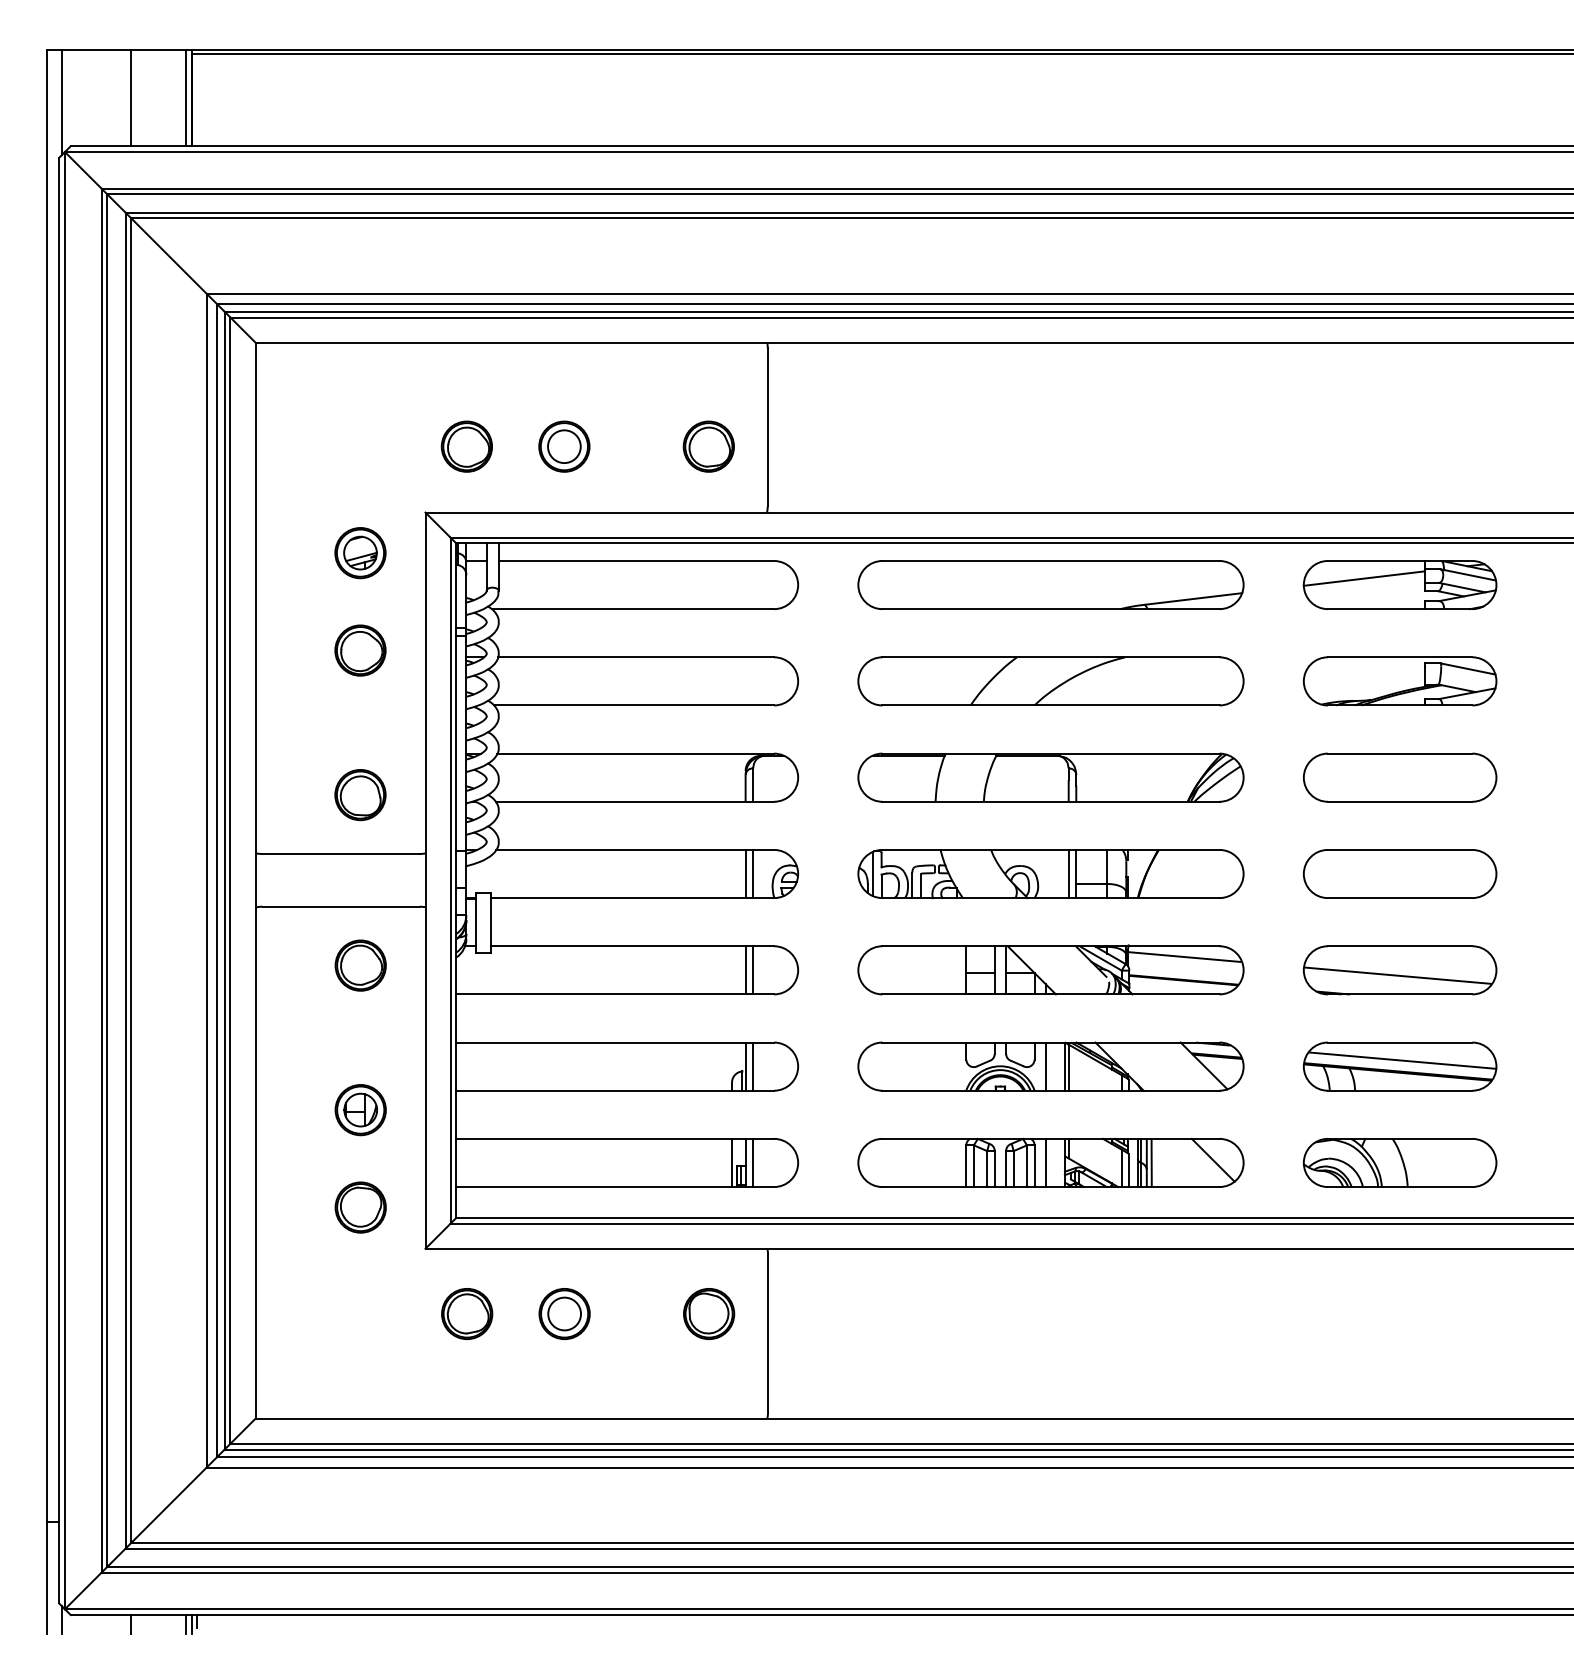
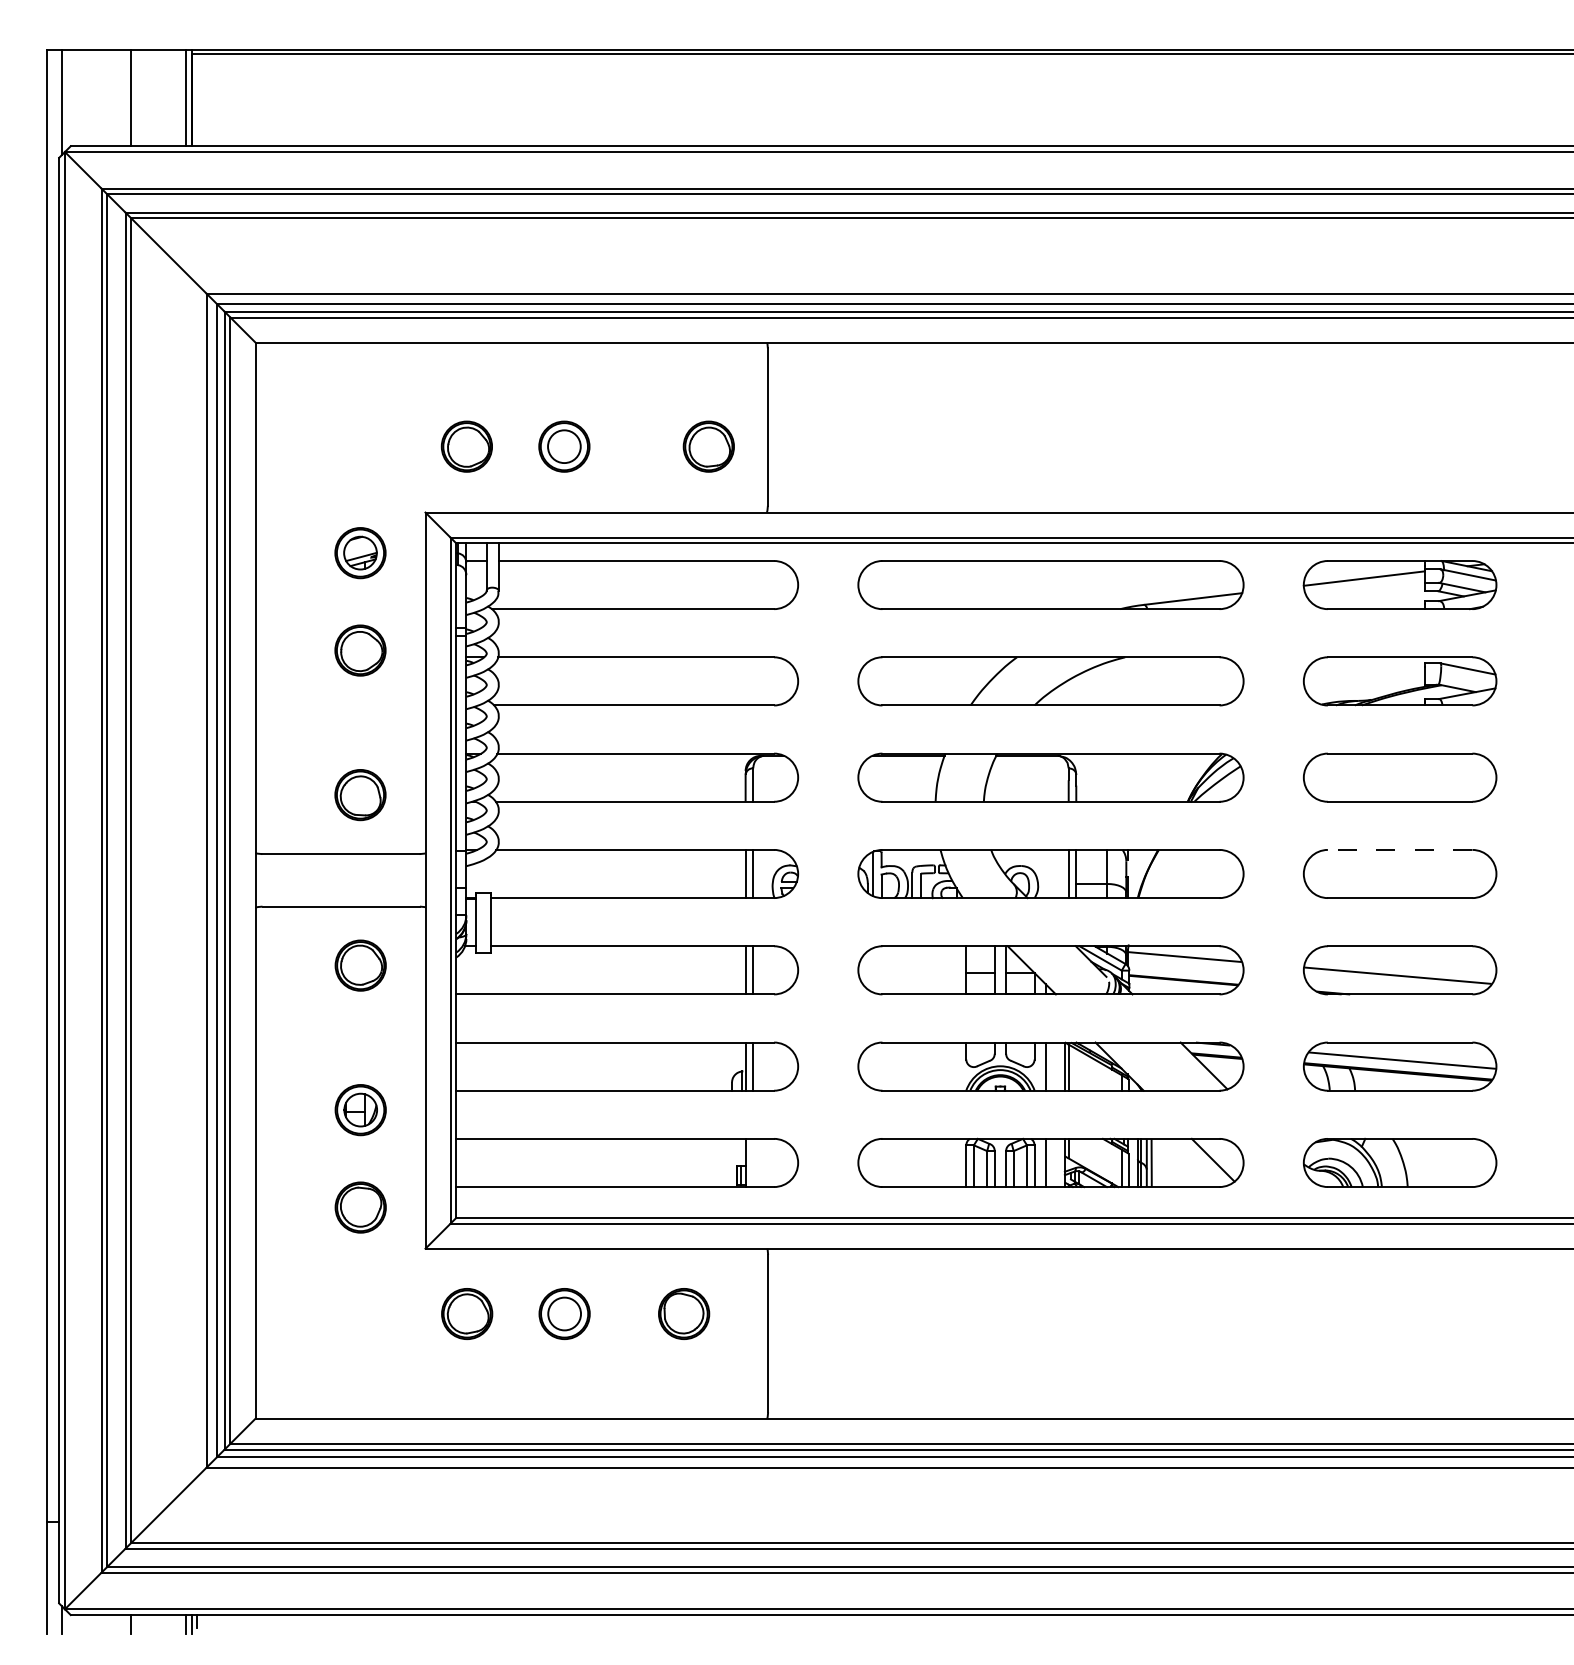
line at (1399, 849): solid -> dashed
line at (731, 1162): present -> none
line at (753, 1162): present -> none
part at (709, 1313) position: (709, 1313) -> (684, 1313)
